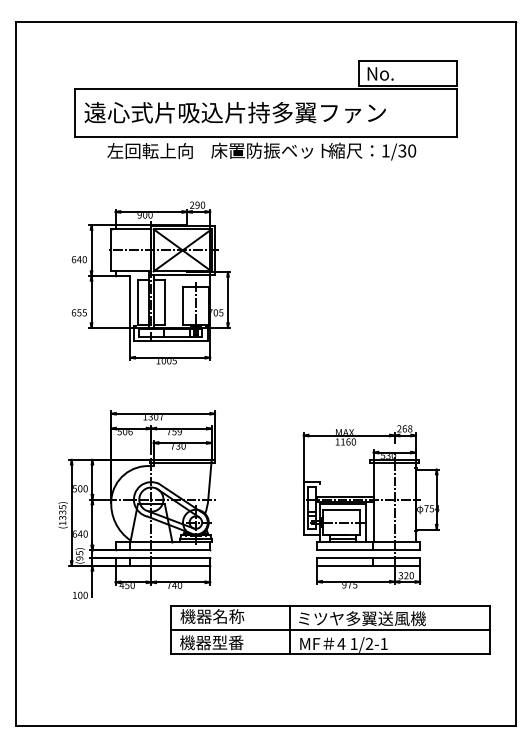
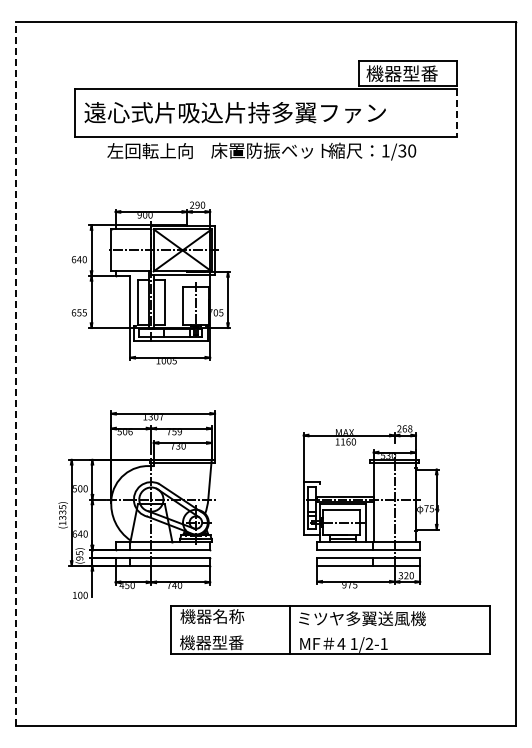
text at (401, 73): No. -> 機器型番
line at (456, 113): solid -> dashed
line at (15, 374): solid -> dashed
line at (329, 630): present -> none
